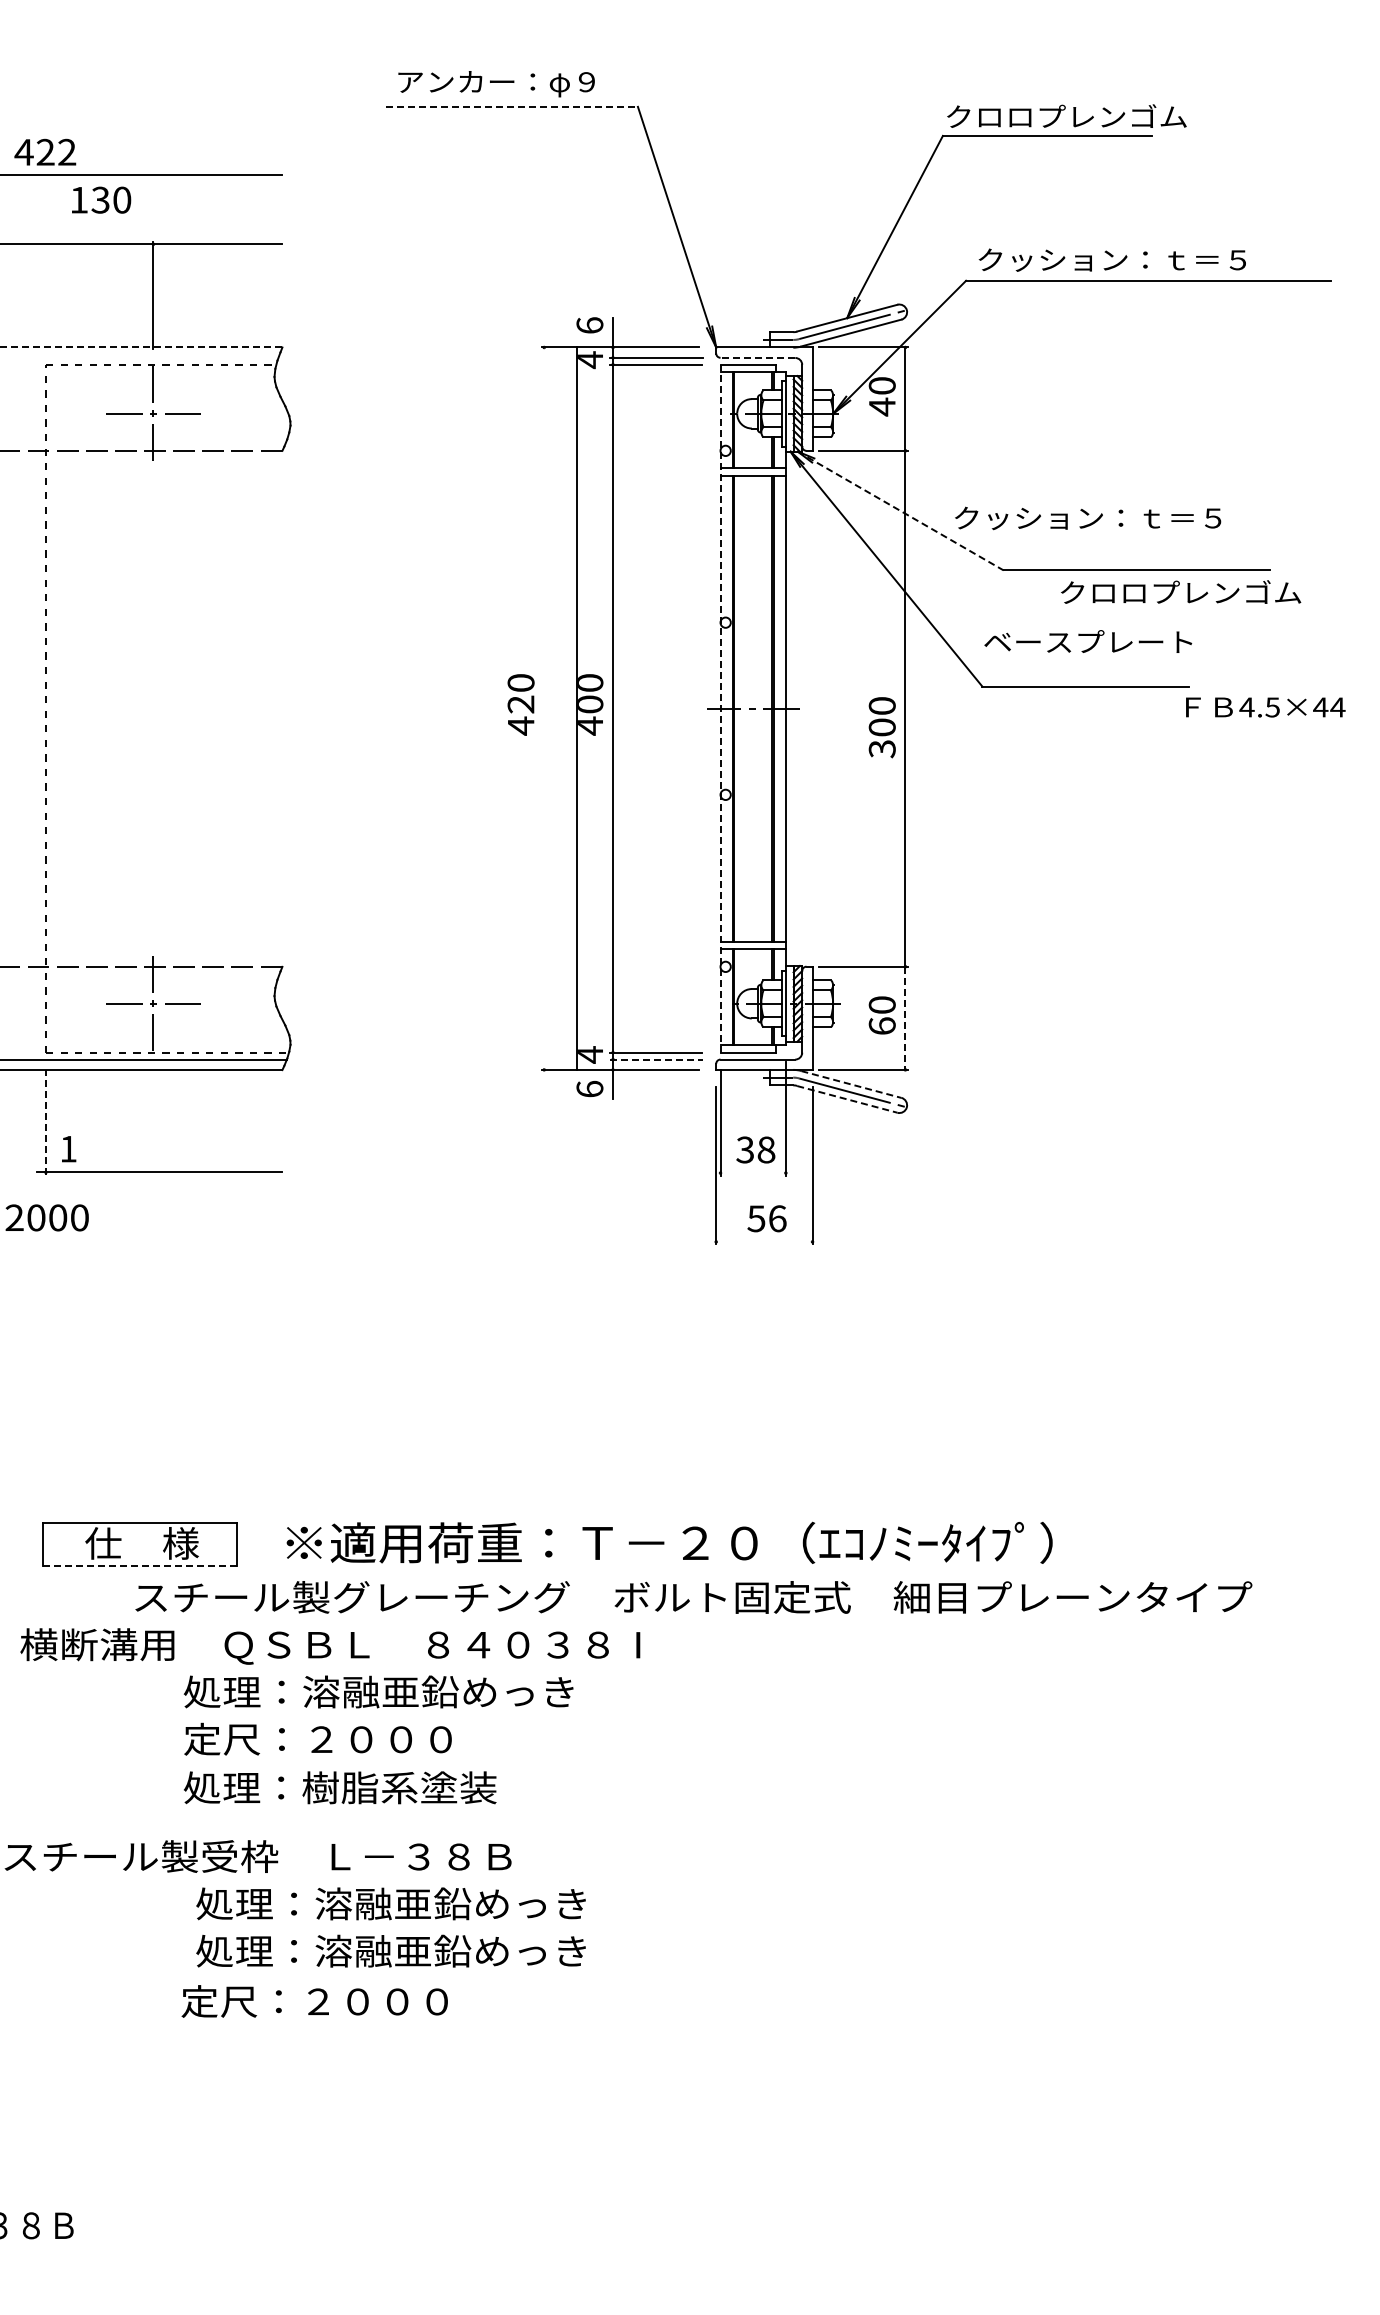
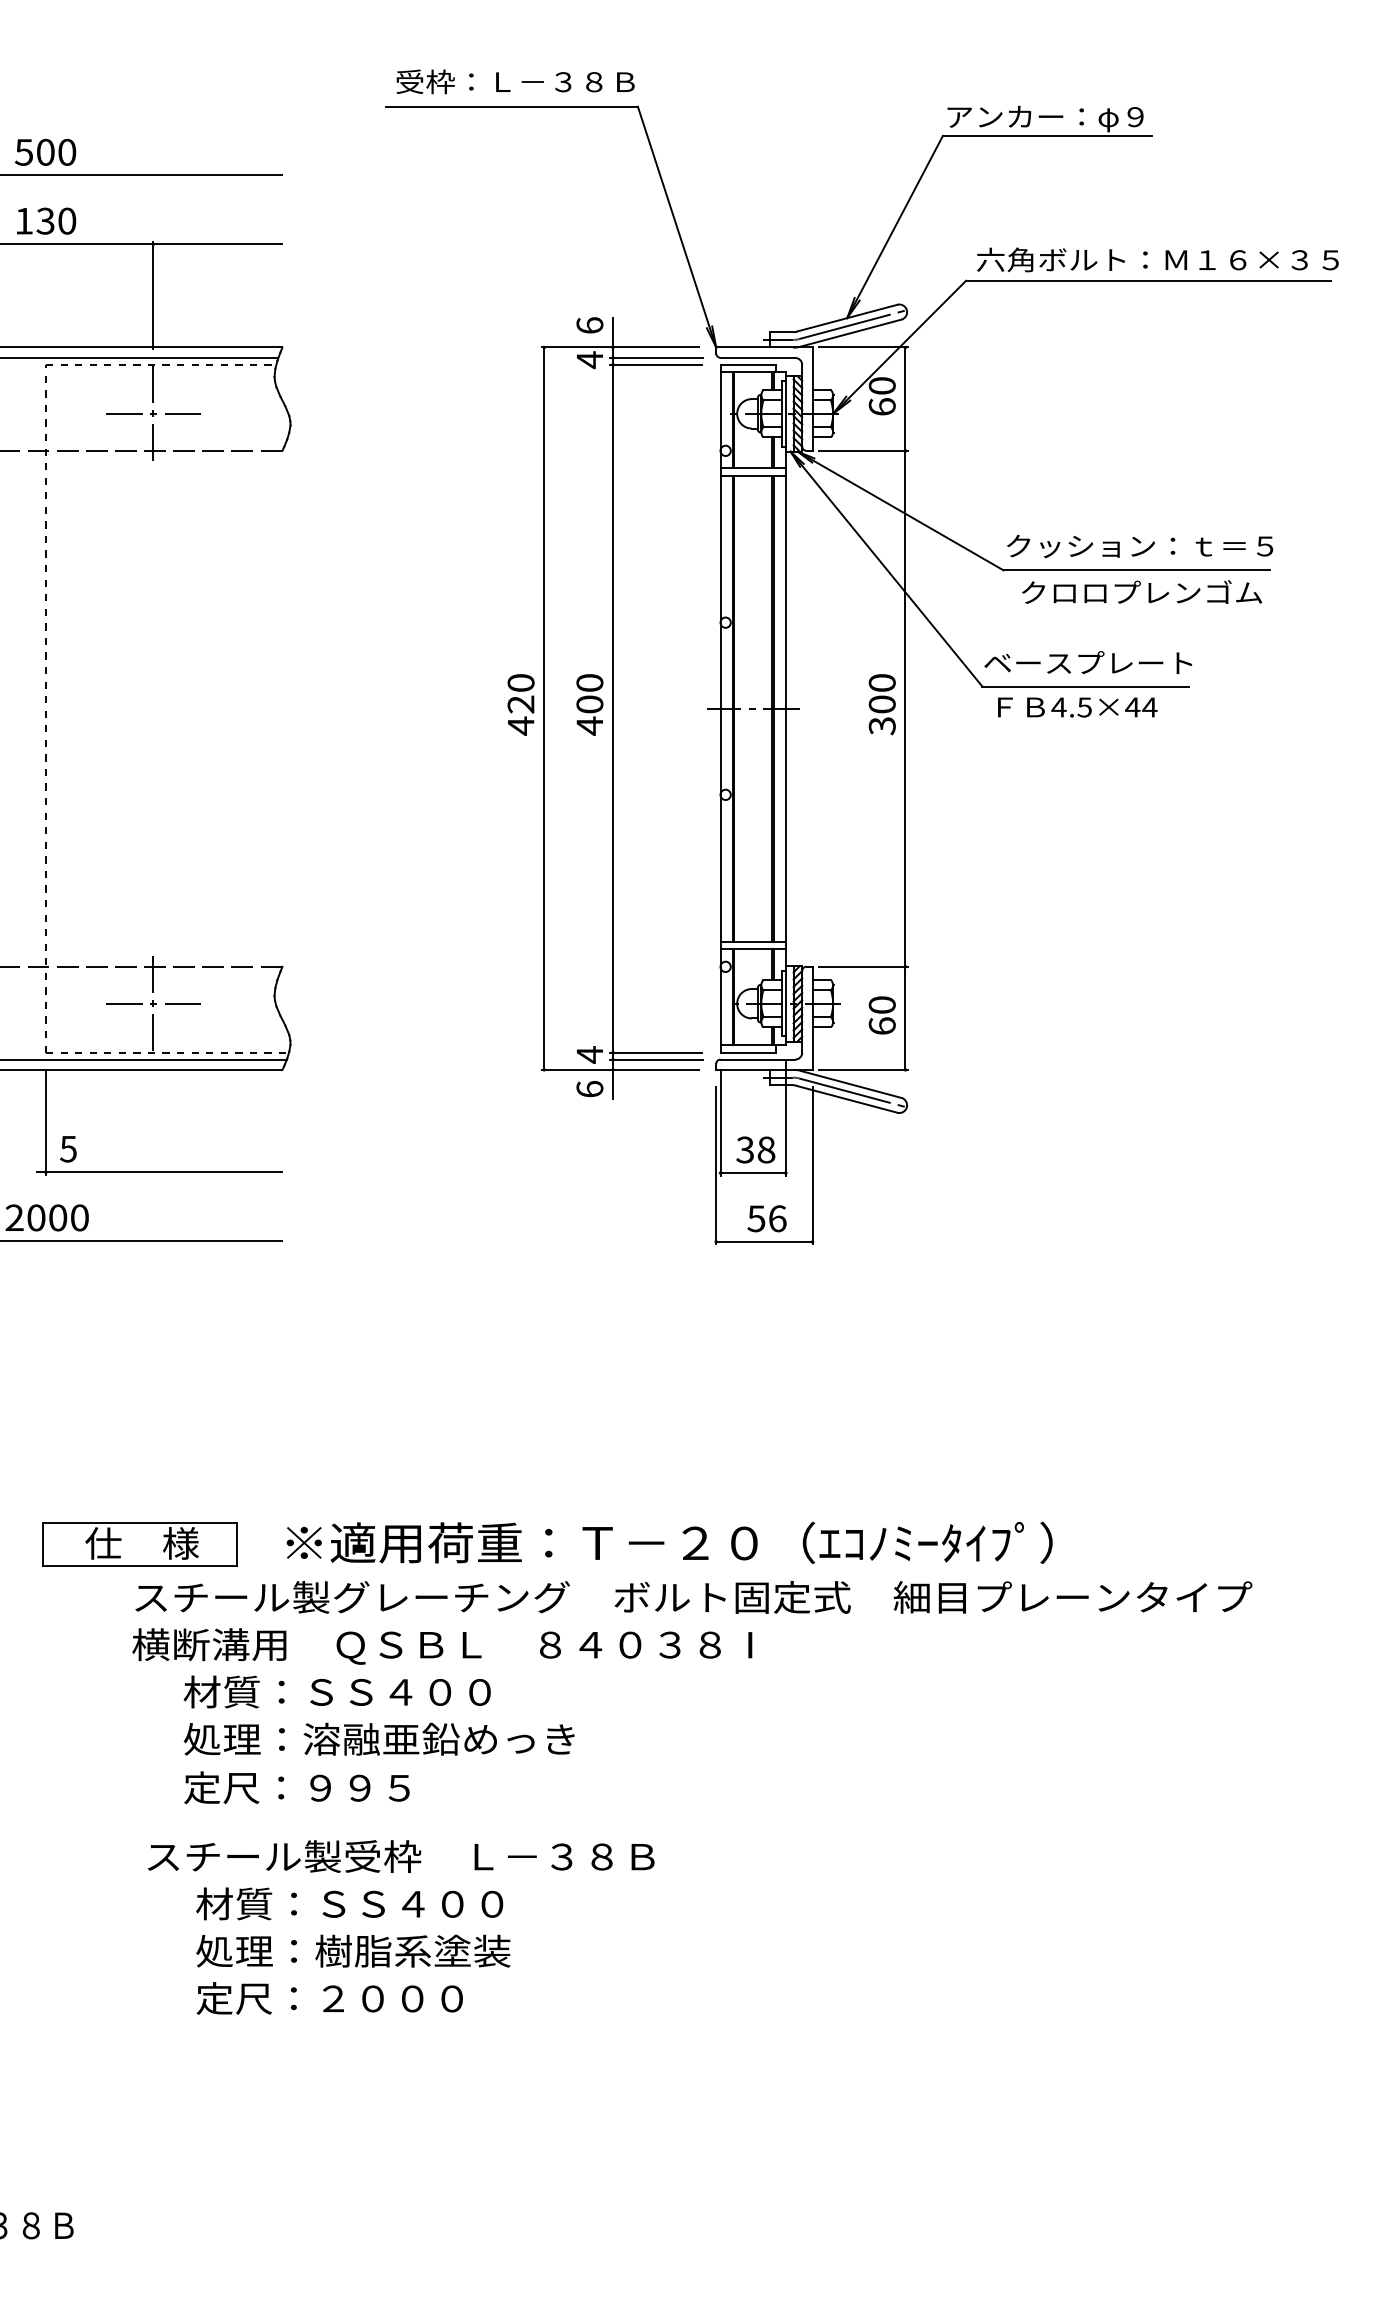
text at (515, 83): アンカー：φ９ -> 受枠：Ｌ－３８Ｂ
line at (512, 106): dashed -> solid
text at (1066, 118): クロロプレンゴム -> アンカー：φ９
text at (45, 151): 422 -> 500
text at (101, 199) position: (101, 199) -> (46, 220)
text at (1157, 259): クッション：ｔ＝５ -> 六角ボルト：Ｍ１６×３５
line at (141, 347): dashed -> solid
line at (140, 357): none -> present
line at (757, 357): dashed -> solid
text at (881, 406): 40 -> 60
line at (900, 511): dashed -> solid
text at (1088, 518) position: (1088, 518) -> (1140, 546)
text at (1181, 591) position: (1181, 591) -> (1142, 591)
text at (1088, 641) position: (1088, 641) -> (1088, 662)
text at (1265, 707) position: (1265, 707) -> (1077, 707)
line at (577, 708) position: (577, 708) -> (544, 708)
line at (720, 708): dashed -> solid
text at (881, 727) position: (881, 727) -> (881, 704)
line at (905, 1018): dashed -> solid
line at (657, 1059): dashed -> solid
line at (851, 1084): dashed -> solid
line at (847, 1099): dashed -> solid
line at (45, 1122): dashed -> solid
text at (68, 1149): 1 -> 5
line at (752, 1173): none -> present
line at (142, 1241): none -> present
line at (764, 1241): none -> present
line at (140, 1566): dashed -> solid
text at (330, 1646) position: (330, 1646) -> (442, 1646)
text at (378, 1691): 処理：溶融亜鉛めっき -> 材質：ＳＳ４００
text at (378, 1738): 定尺：２０００ -> 処理：溶融亜鉛めっき
text at (339, 1787): 処理：樹脂系塗装 -> 定尺：９９５
text at (257, 1856) position: (257, 1856) -> (400, 1856)
text at (390, 1903): 処理：溶融亜鉛めっき -> 材質：ＳＳ４００
text at (450, 1950): 処理：溶融亜鉛めっき -> 処理：樹脂系塗装
text at (314, 2001) position: (314, 2001) -> (329, 1998)
